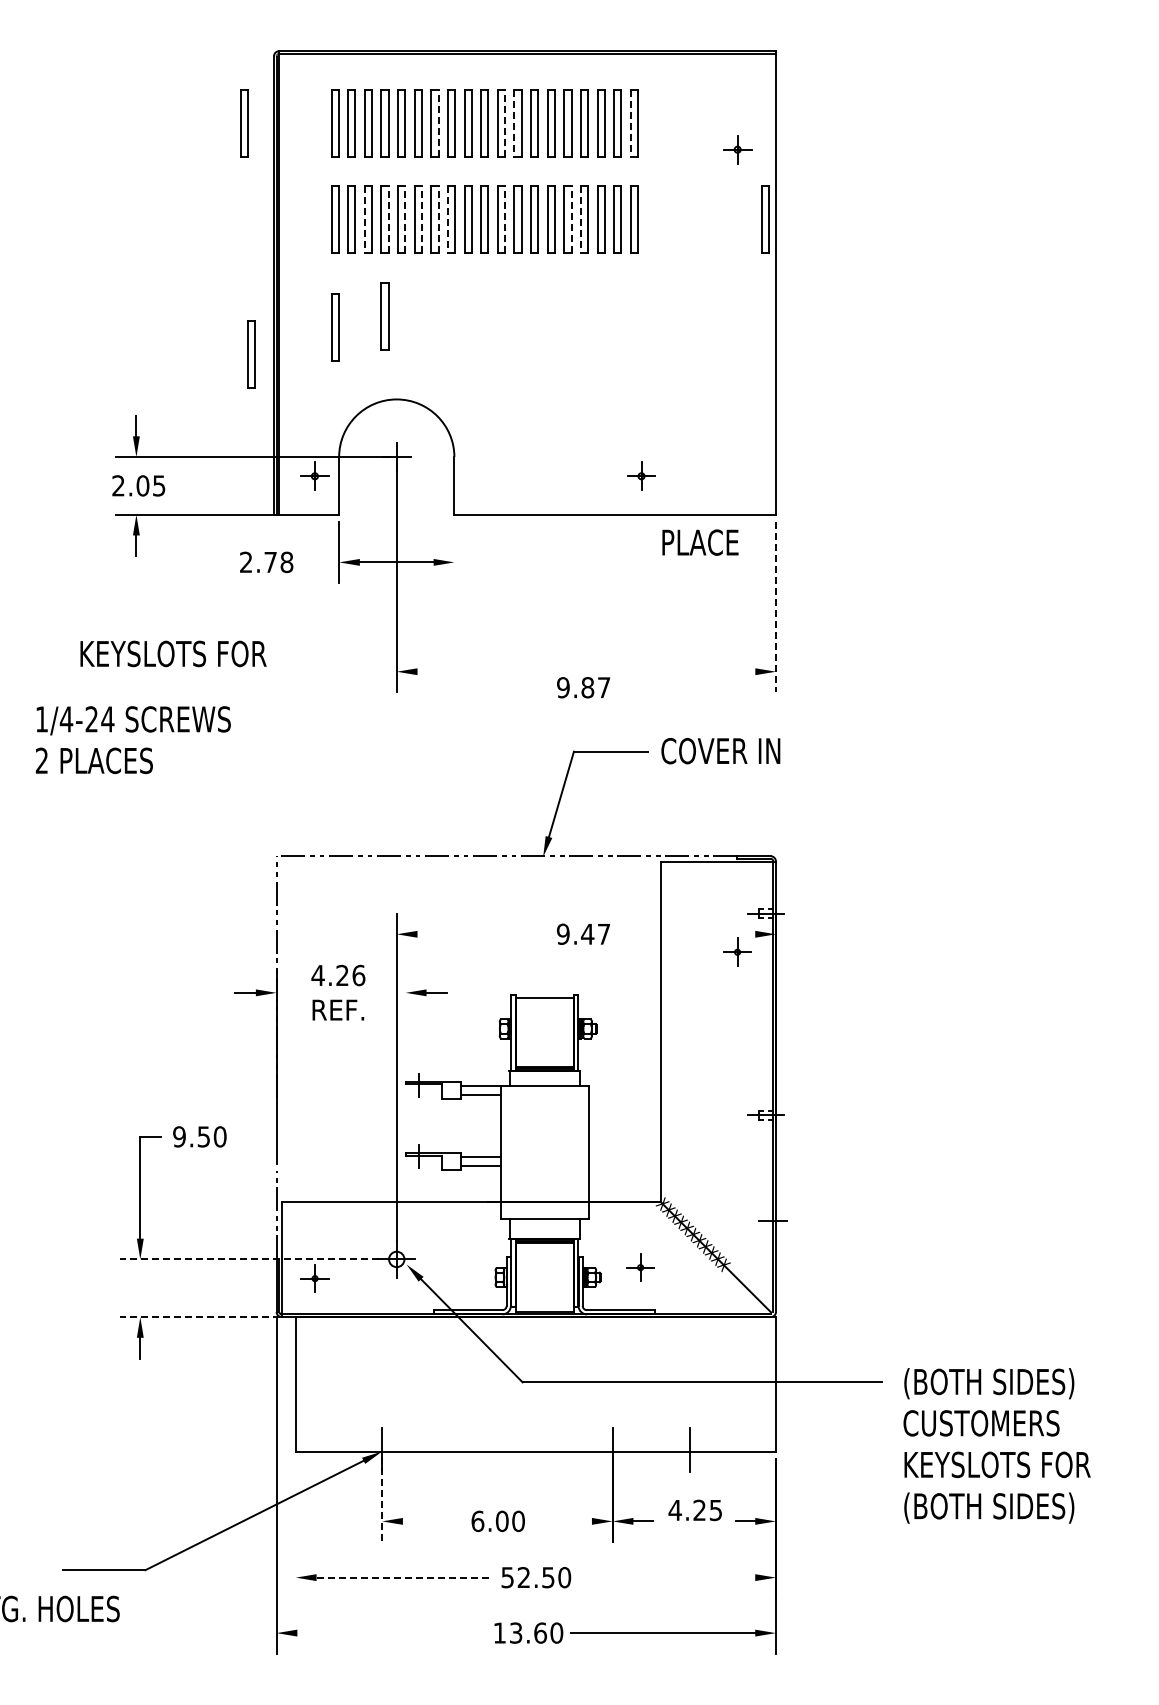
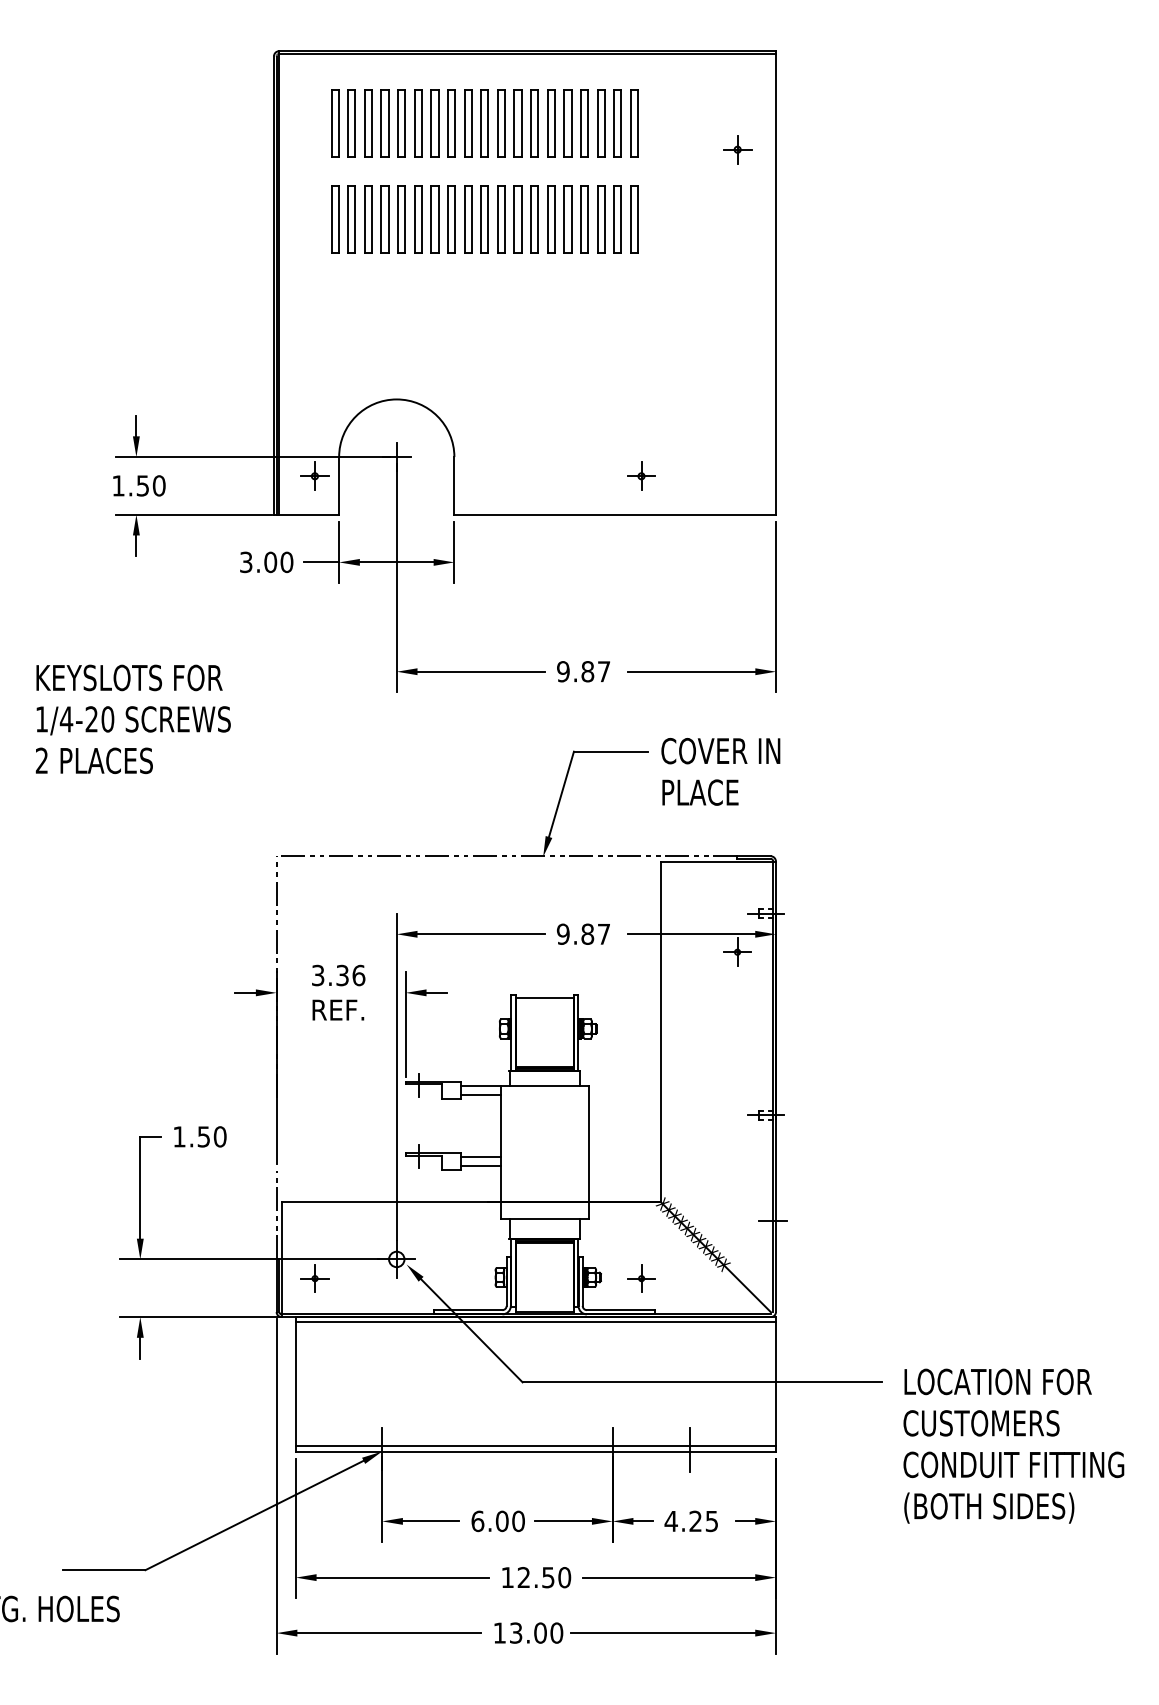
part at (244, 123): present -> none
line at (438, 123): dashed -> solid
line at (505, 123): dashed -> solid
line at (514, 123): dashed -> solid
line at (630, 123): dashed -> solid
line at (364, 219): dashed -> solid
line at (388, 219): dashed -> solid
line at (405, 219): dashed -> solid
line at (421, 219): dashed -> solid
line at (438, 219): dashed -> solid
line at (447, 219): dashed -> solid
line at (505, 219): dashed -> solid
line at (571, 219): dashed -> solid
line at (580, 219): dashed -> solid
part at (765, 219): present -> none
part at (384, 316): present -> none
part at (335, 327): present -> none
part at (251, 354): present -> none
text at (138, 485): 2.05 -> 1.50
text at (700, 542) position: (700, 542) -> (700, 792)
line at (454, 552): none -> present
text at (266, 562): 2.78 -> 3.00
line at (321, 562): none -> present
line at (776, 607): dashed -> solid
text at (173, 653) position: (173, 653) -> (129, 677)
line at (480, 671): none -> present
line at (691, 671): none -> present
text at (583, 687) position: (583, 687) -> (583, 671)
text at (107, 719): 1/4-24 -> 1/4-20
text at (587, 933): 9.47 -> 9.87
line at (480, 934): none -> present
line at (691, 934): none -> present
text at (329, 975): 4.26 -> 3.36
line at (405, 1024): none -> present
text at (179, 1136): 9.50 -> 1.50
line at (249, 1259): dashed -> solid
part at (640, 1267) position: (640, 1267) -> (641, 1278)
line at (199, 1317): dashed -> solid
line at (535, 1322): none -> present
text at (997, 1383): (BOTH SIDES) -> LOCATION FOR
line at (535, 1446): none -> present
text at (1013, 1464): KEYSLOTS FOR -> CONDUIT FITTING
line at (382, 1500): dashed -> solid
text at (694, 1510) position: (694, 1510) -> (690, 1521)
line at (430, 1521): none -> present
line at (563, 1521): none -> present
line at (295, 1528): none -> present
line at (403, 1577): dashed -> solid
text at (507, 1577): 52.50 -> 12.50
line at (668, 1577): none -> present
text at (540, 1632): 13.60 -> 13.00
line at (389, 1633): none -> present
